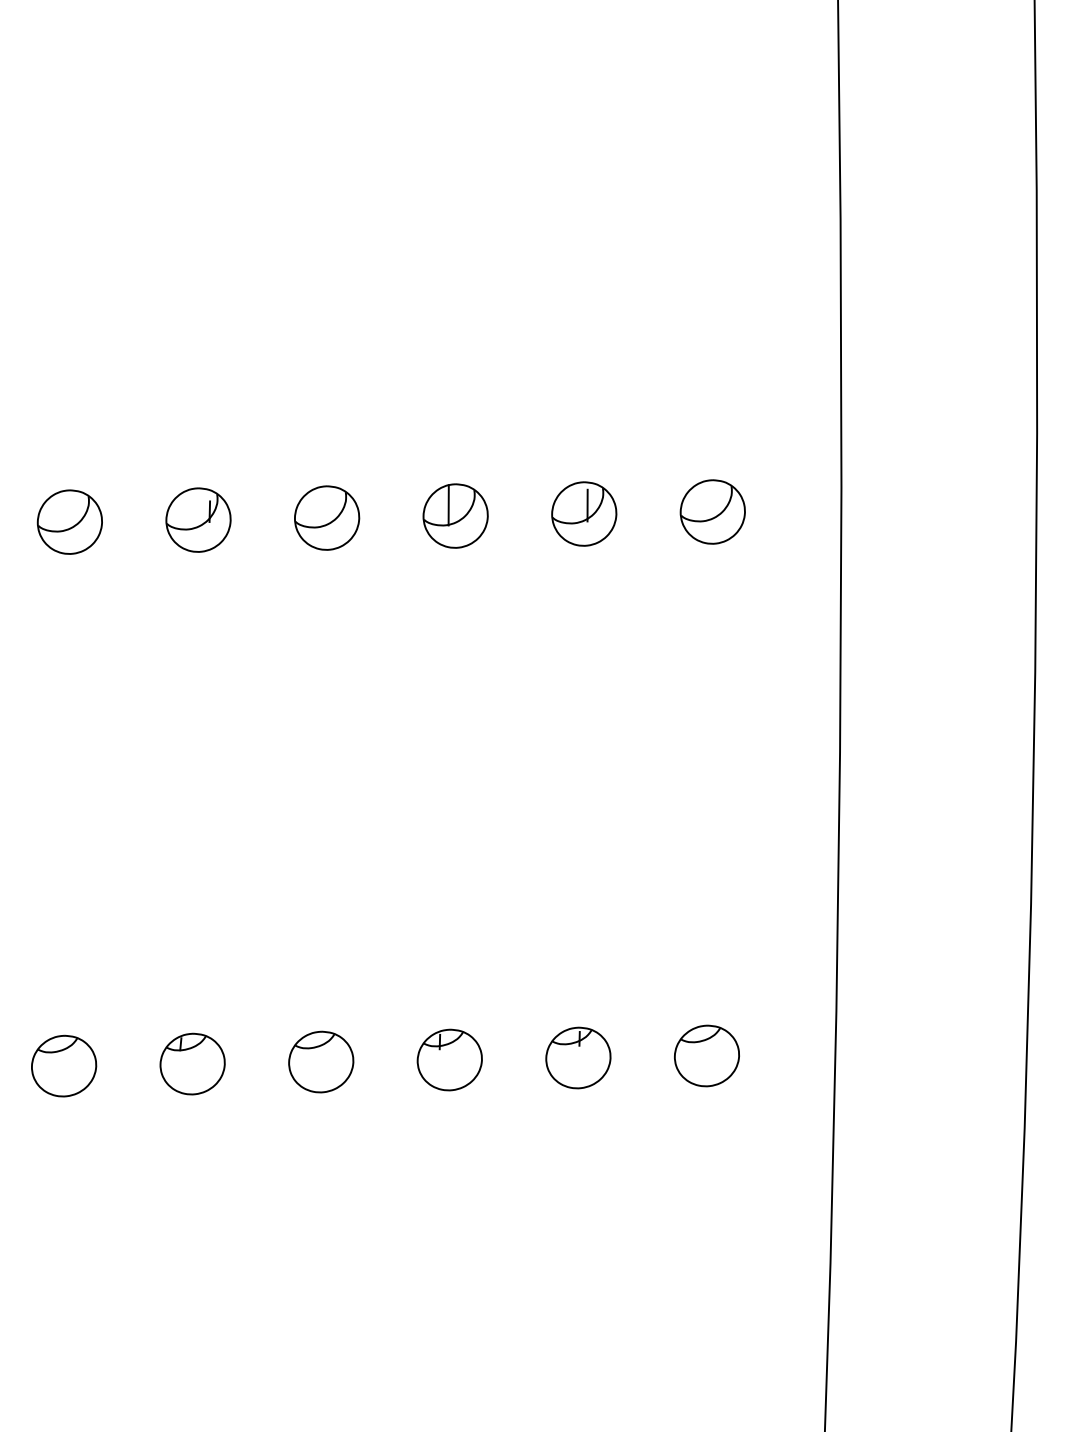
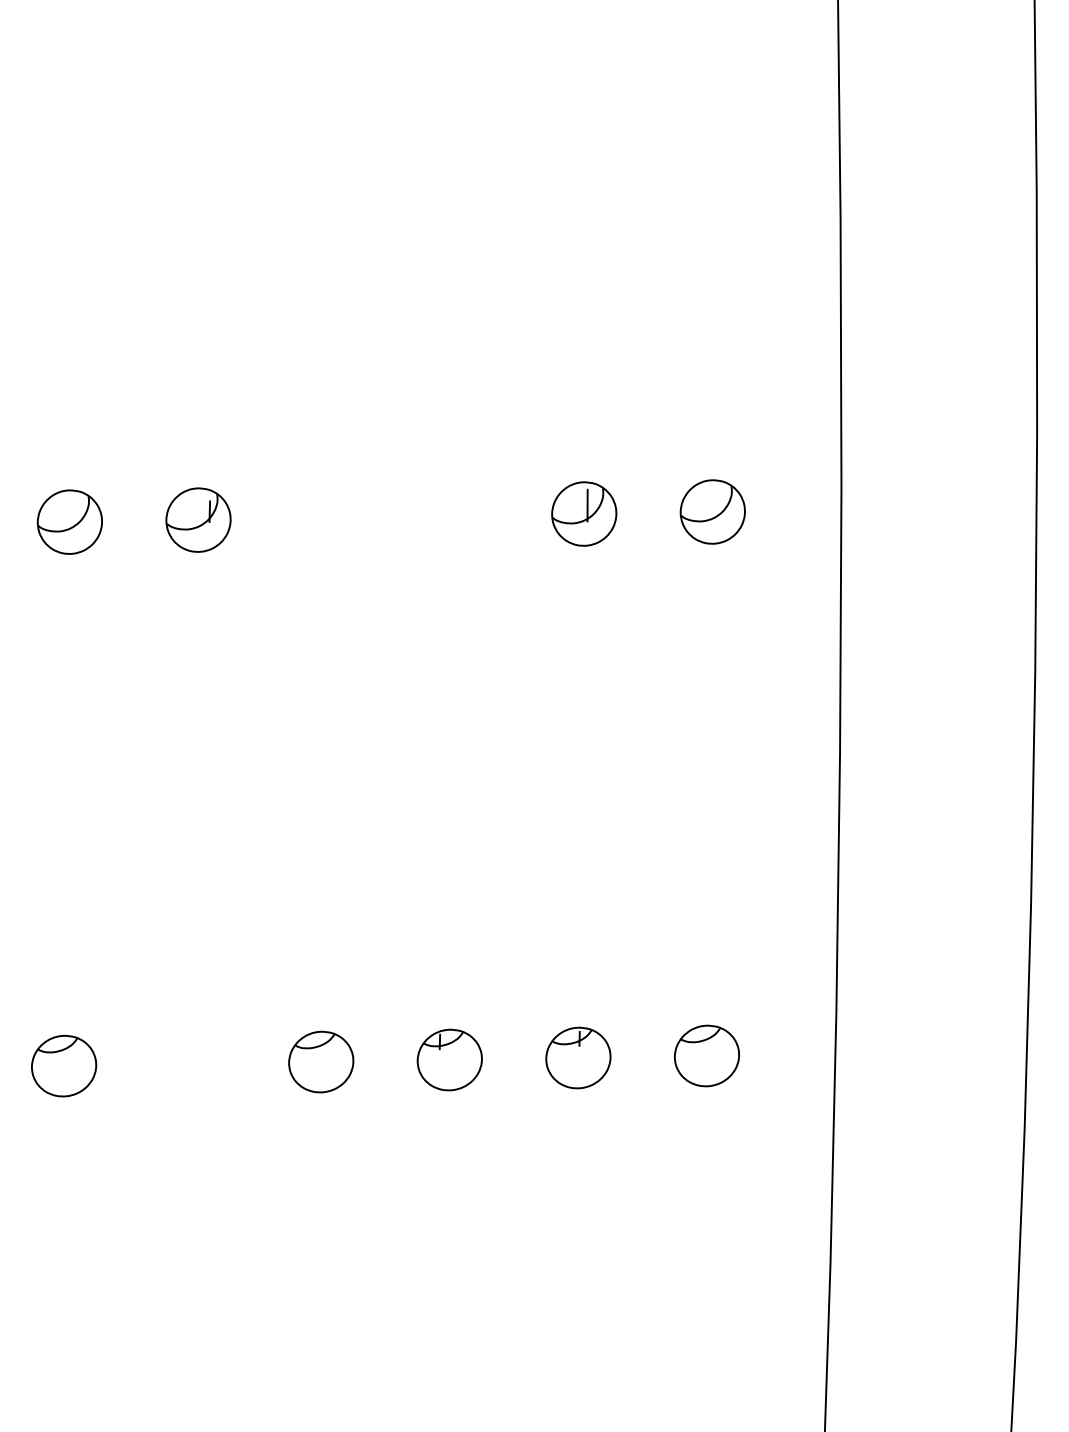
part at (455, 515): present -> none
part at (327, 517): present -> none
part at (192, 1063): present -> none
